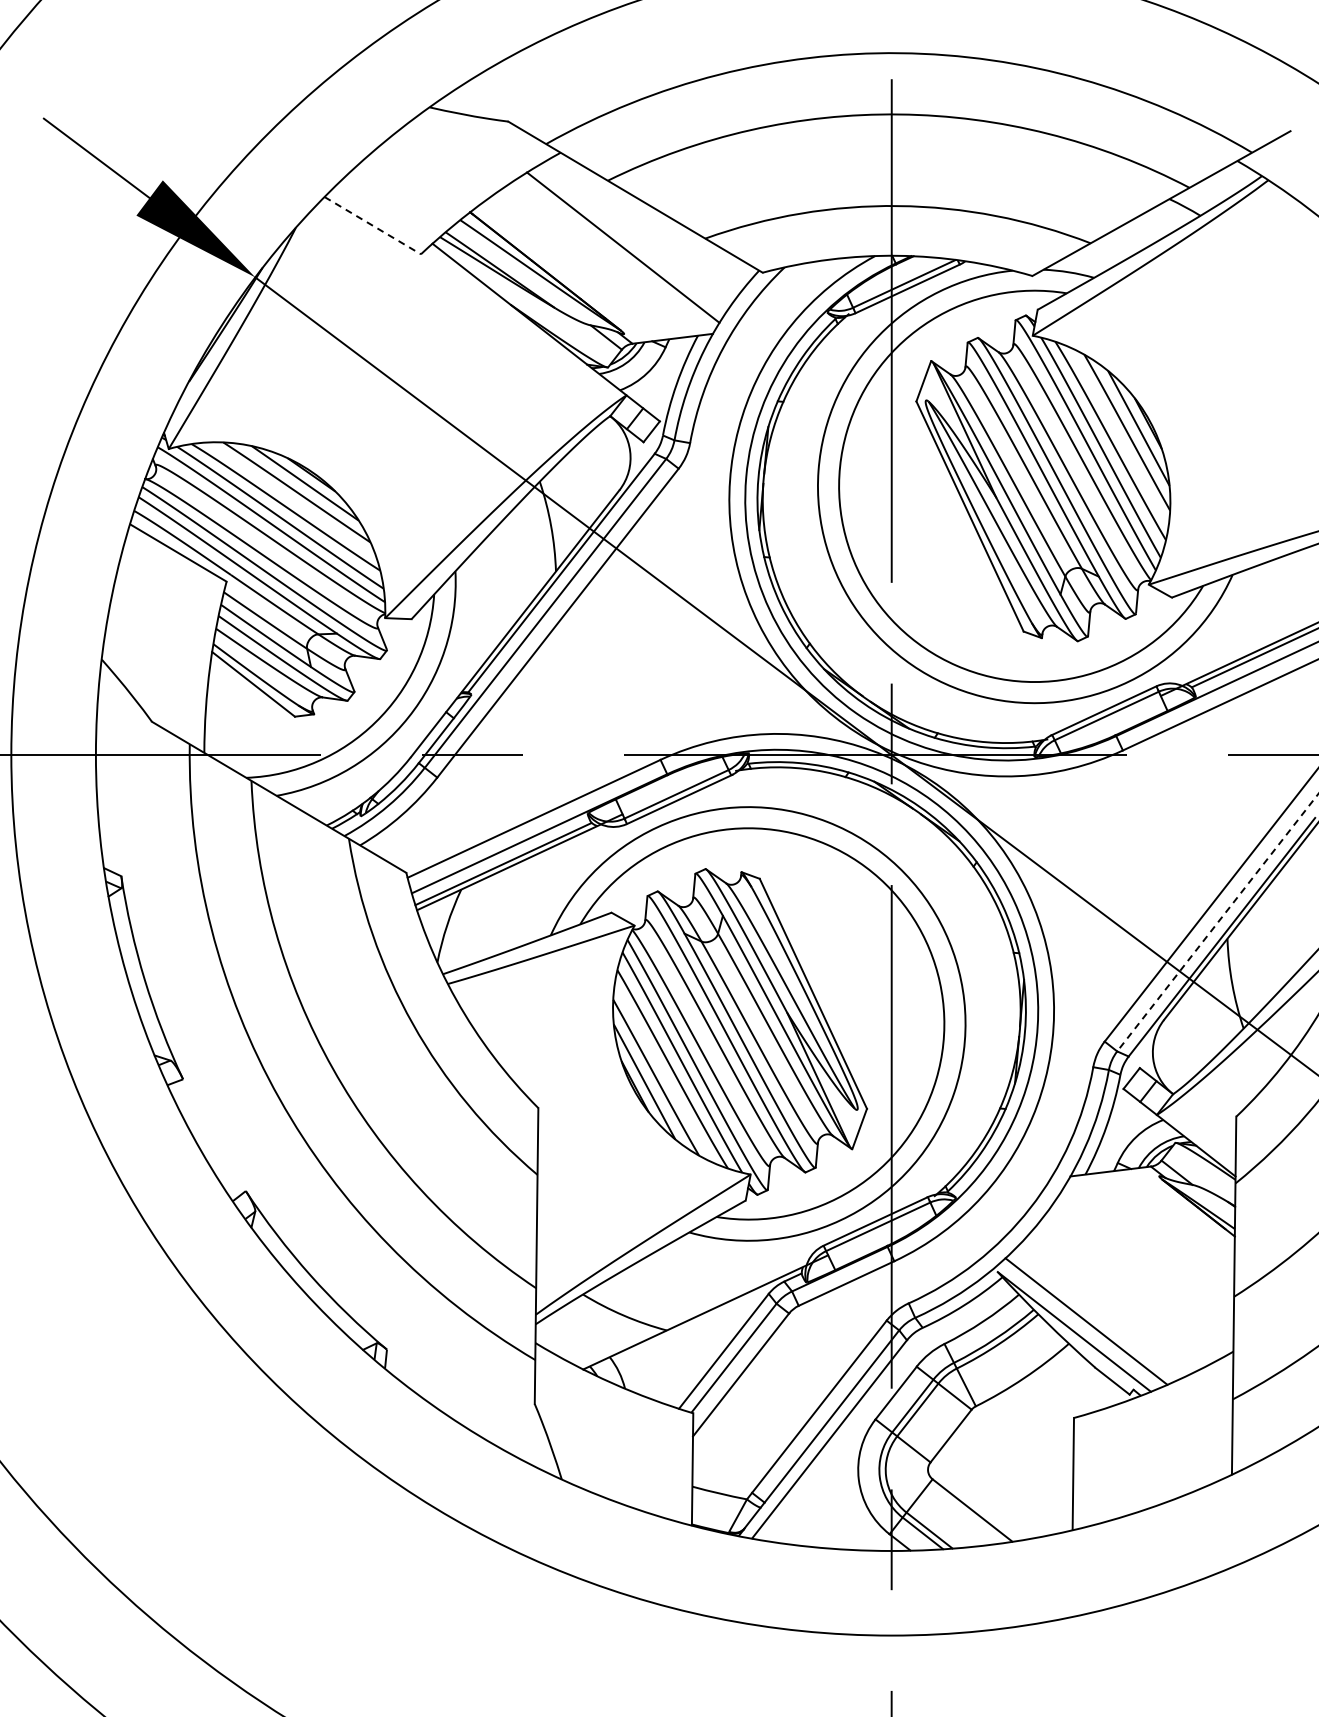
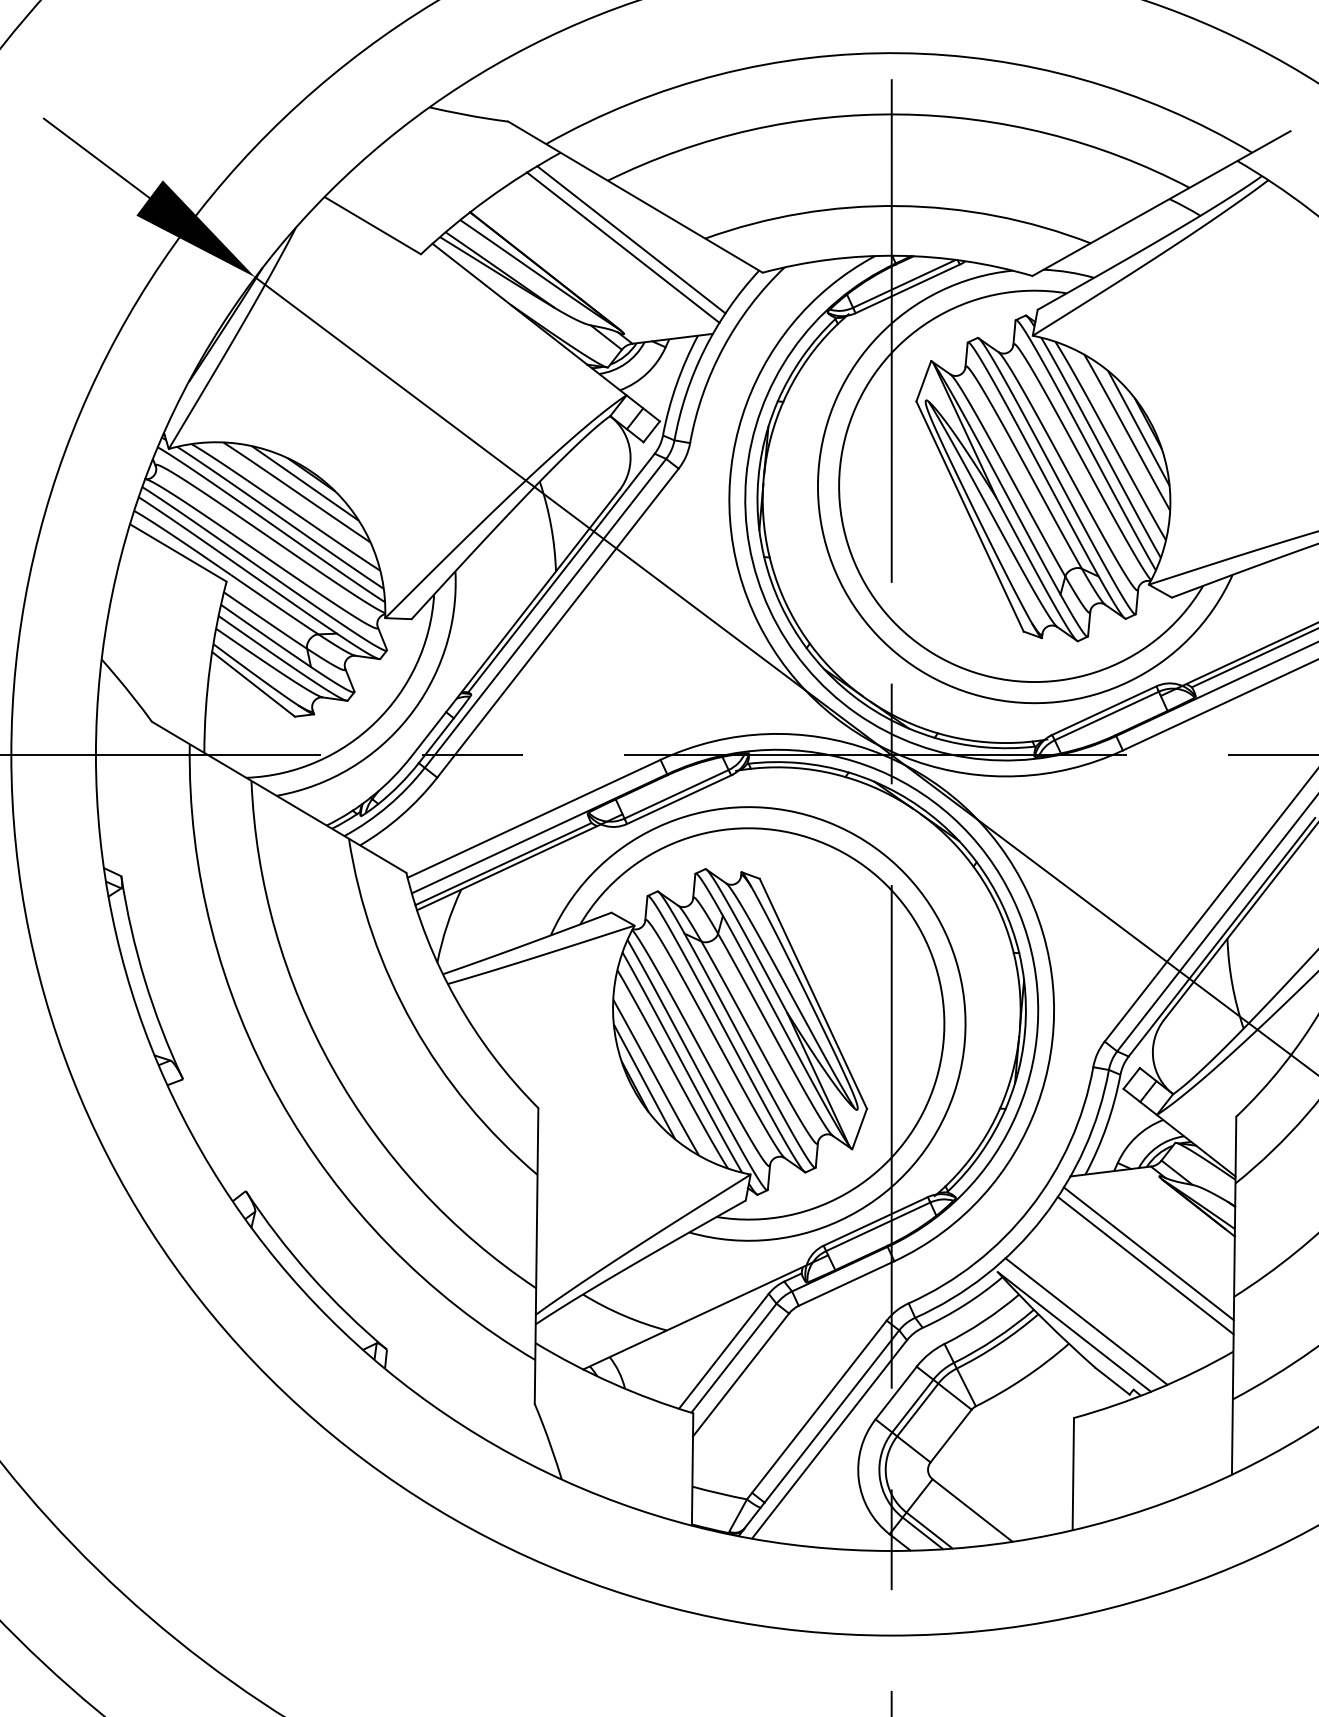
line at (373, 225): dashed -> solid
line at (631, 239): none -> present
line at (1217, 922): dashed -> solid
line at (1148, 1253): none -> present
line at (1145, 1265): none -> present
